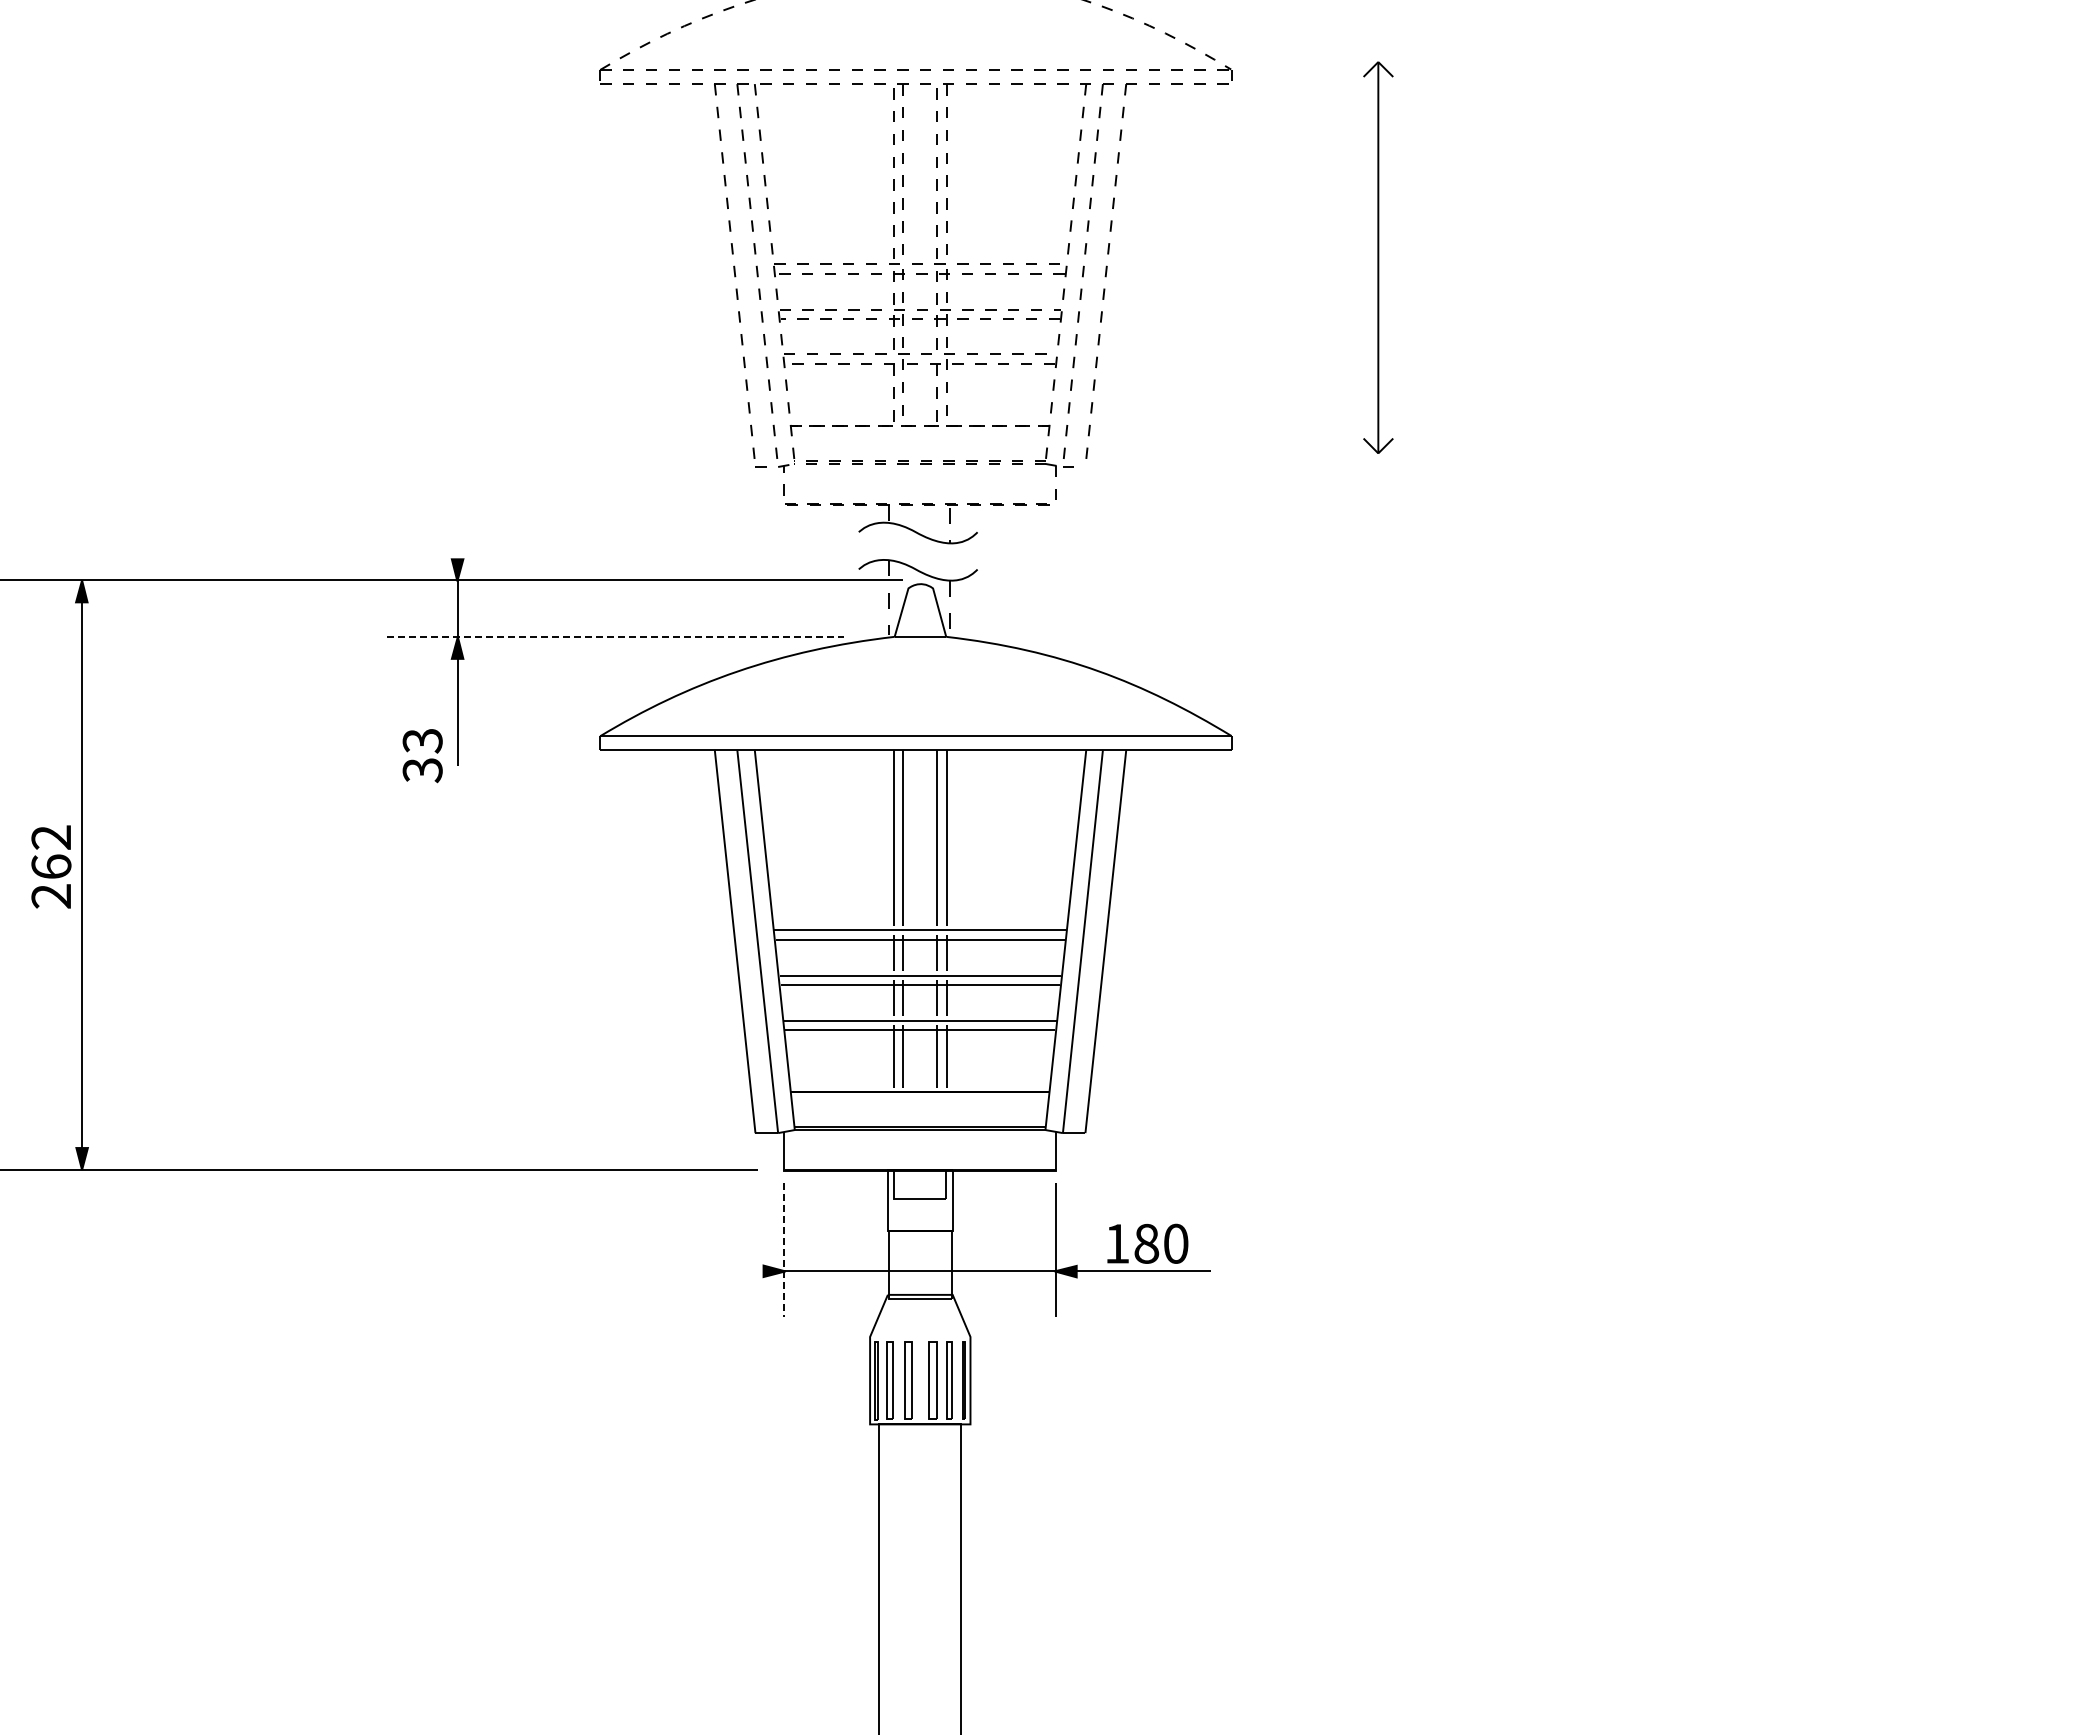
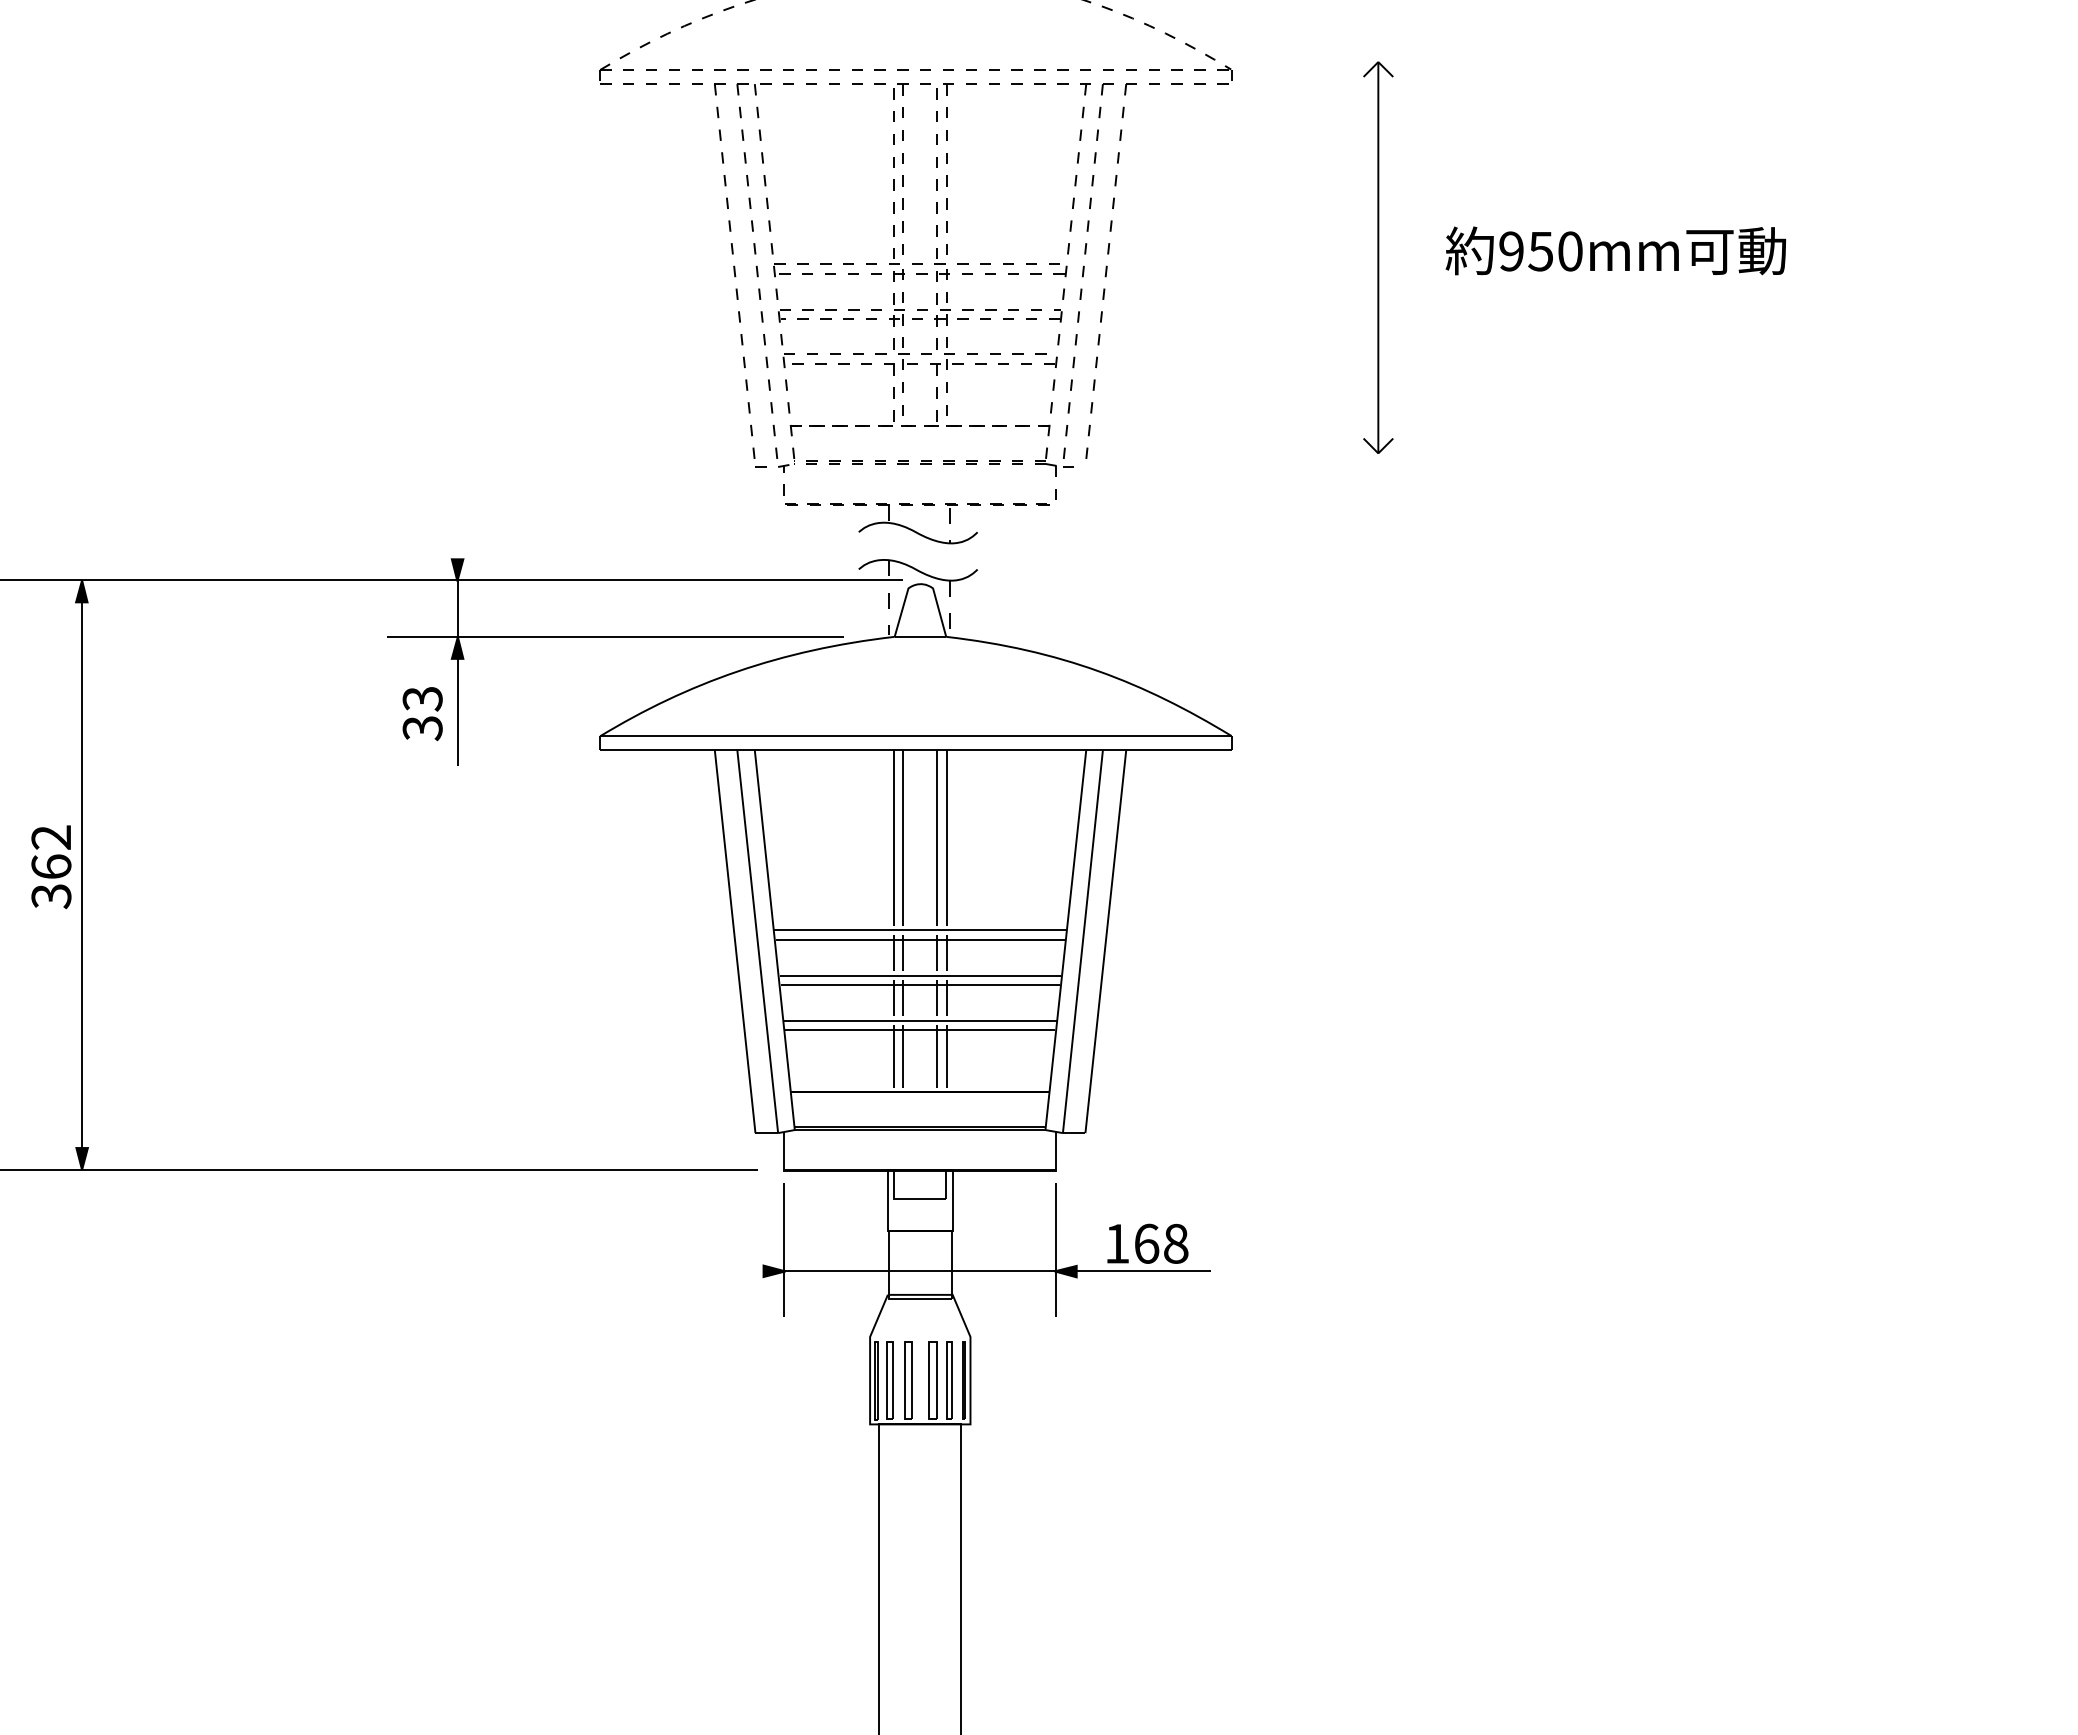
part at (1615, 250): none -> present
line at (616, 637): dashed -> solid
text at (422, 756) position: (422, 756) -> (422, 714)
text at (51, 896): 262 -> 362
text at (1161, 1243): 180 -> 168
line at (784, 1250): dashed -> solid
